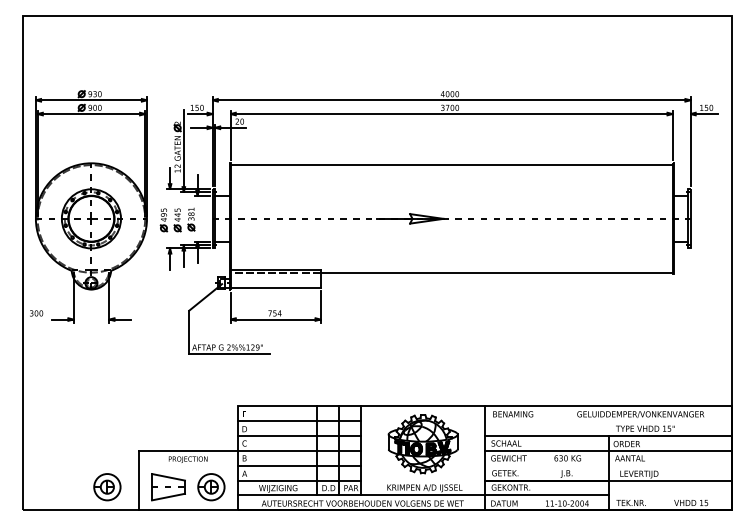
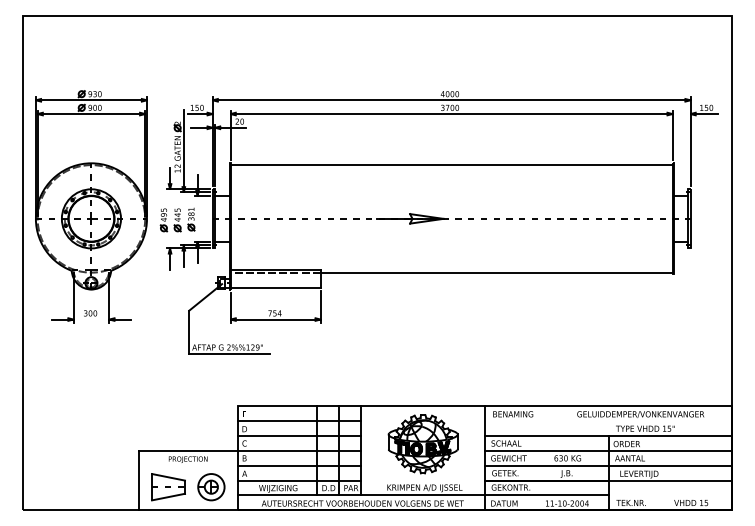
text at (36, 313) position: (36, 313) -> (90, 313)
line at (608, 465): none -> present
part at (107, 487): present -> none
